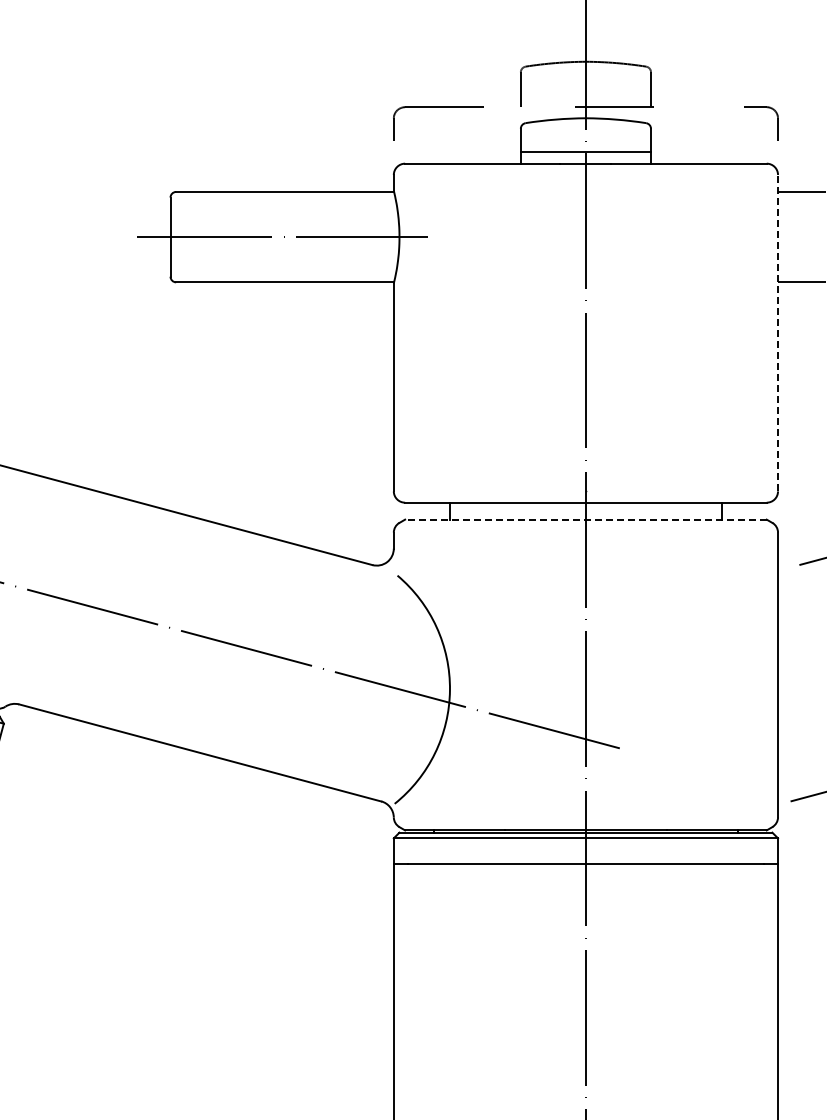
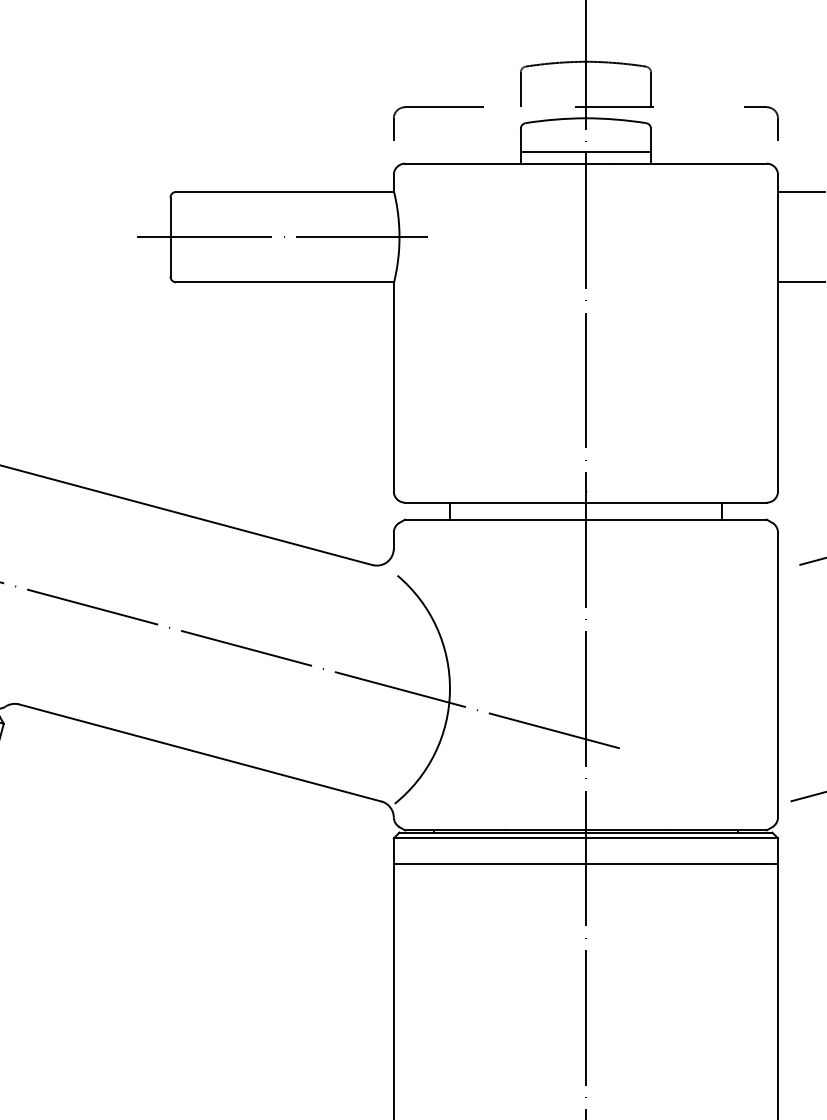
line at (778, 332): dashed -> solid
line at (585, 519): dashed -> solid
